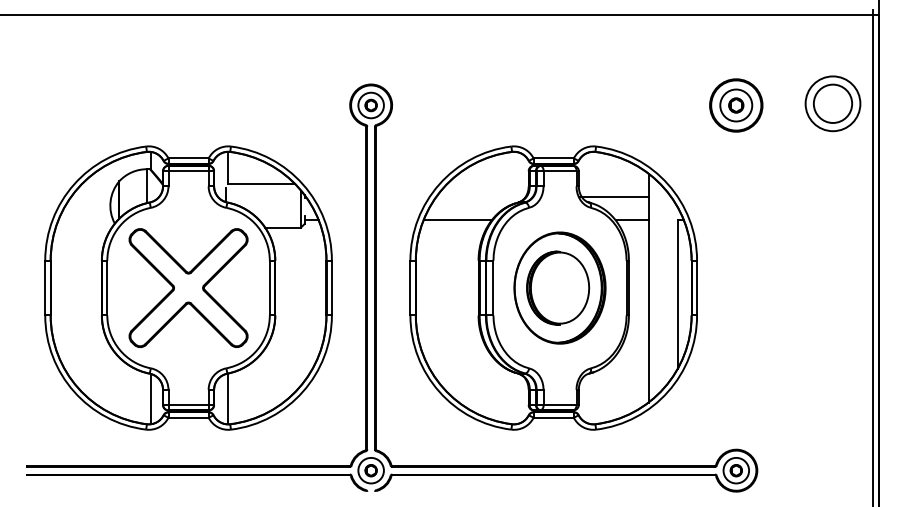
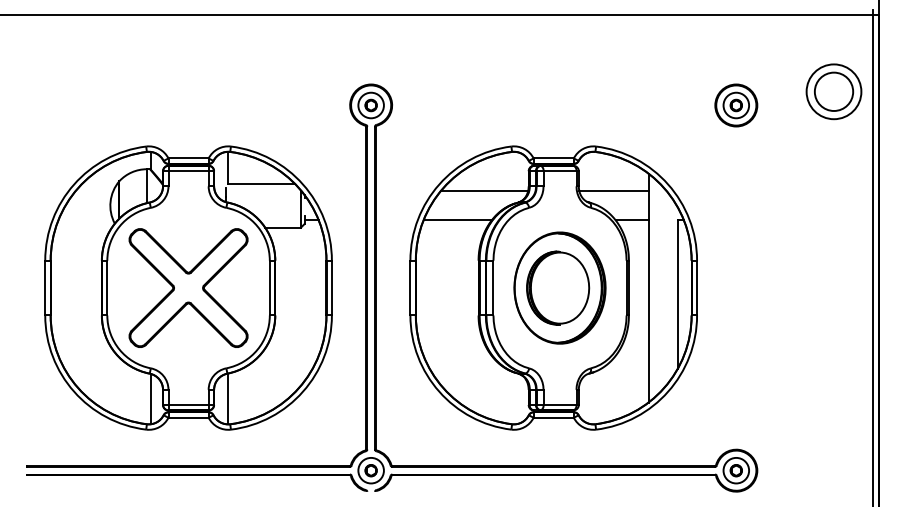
part at (832, 103) position: (832, 103) -> (833, 91)
part at (736, 105) size: 55x55 px -> 45x45 px
line at (484, 191): none -> present
line at (613, 197) position: (613, 197) -> (613, 191)
